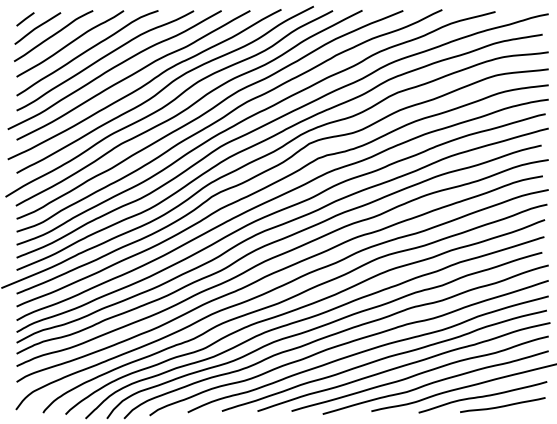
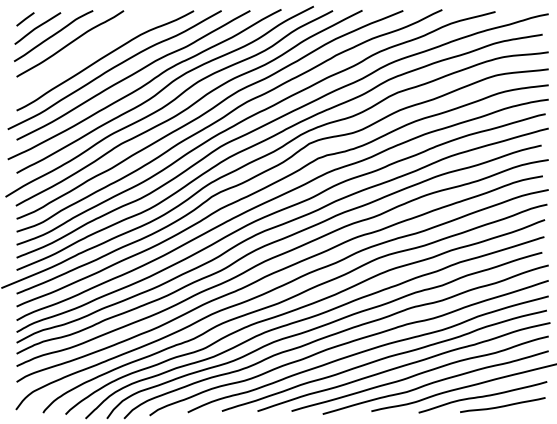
curve at (86, 52): present -> none
